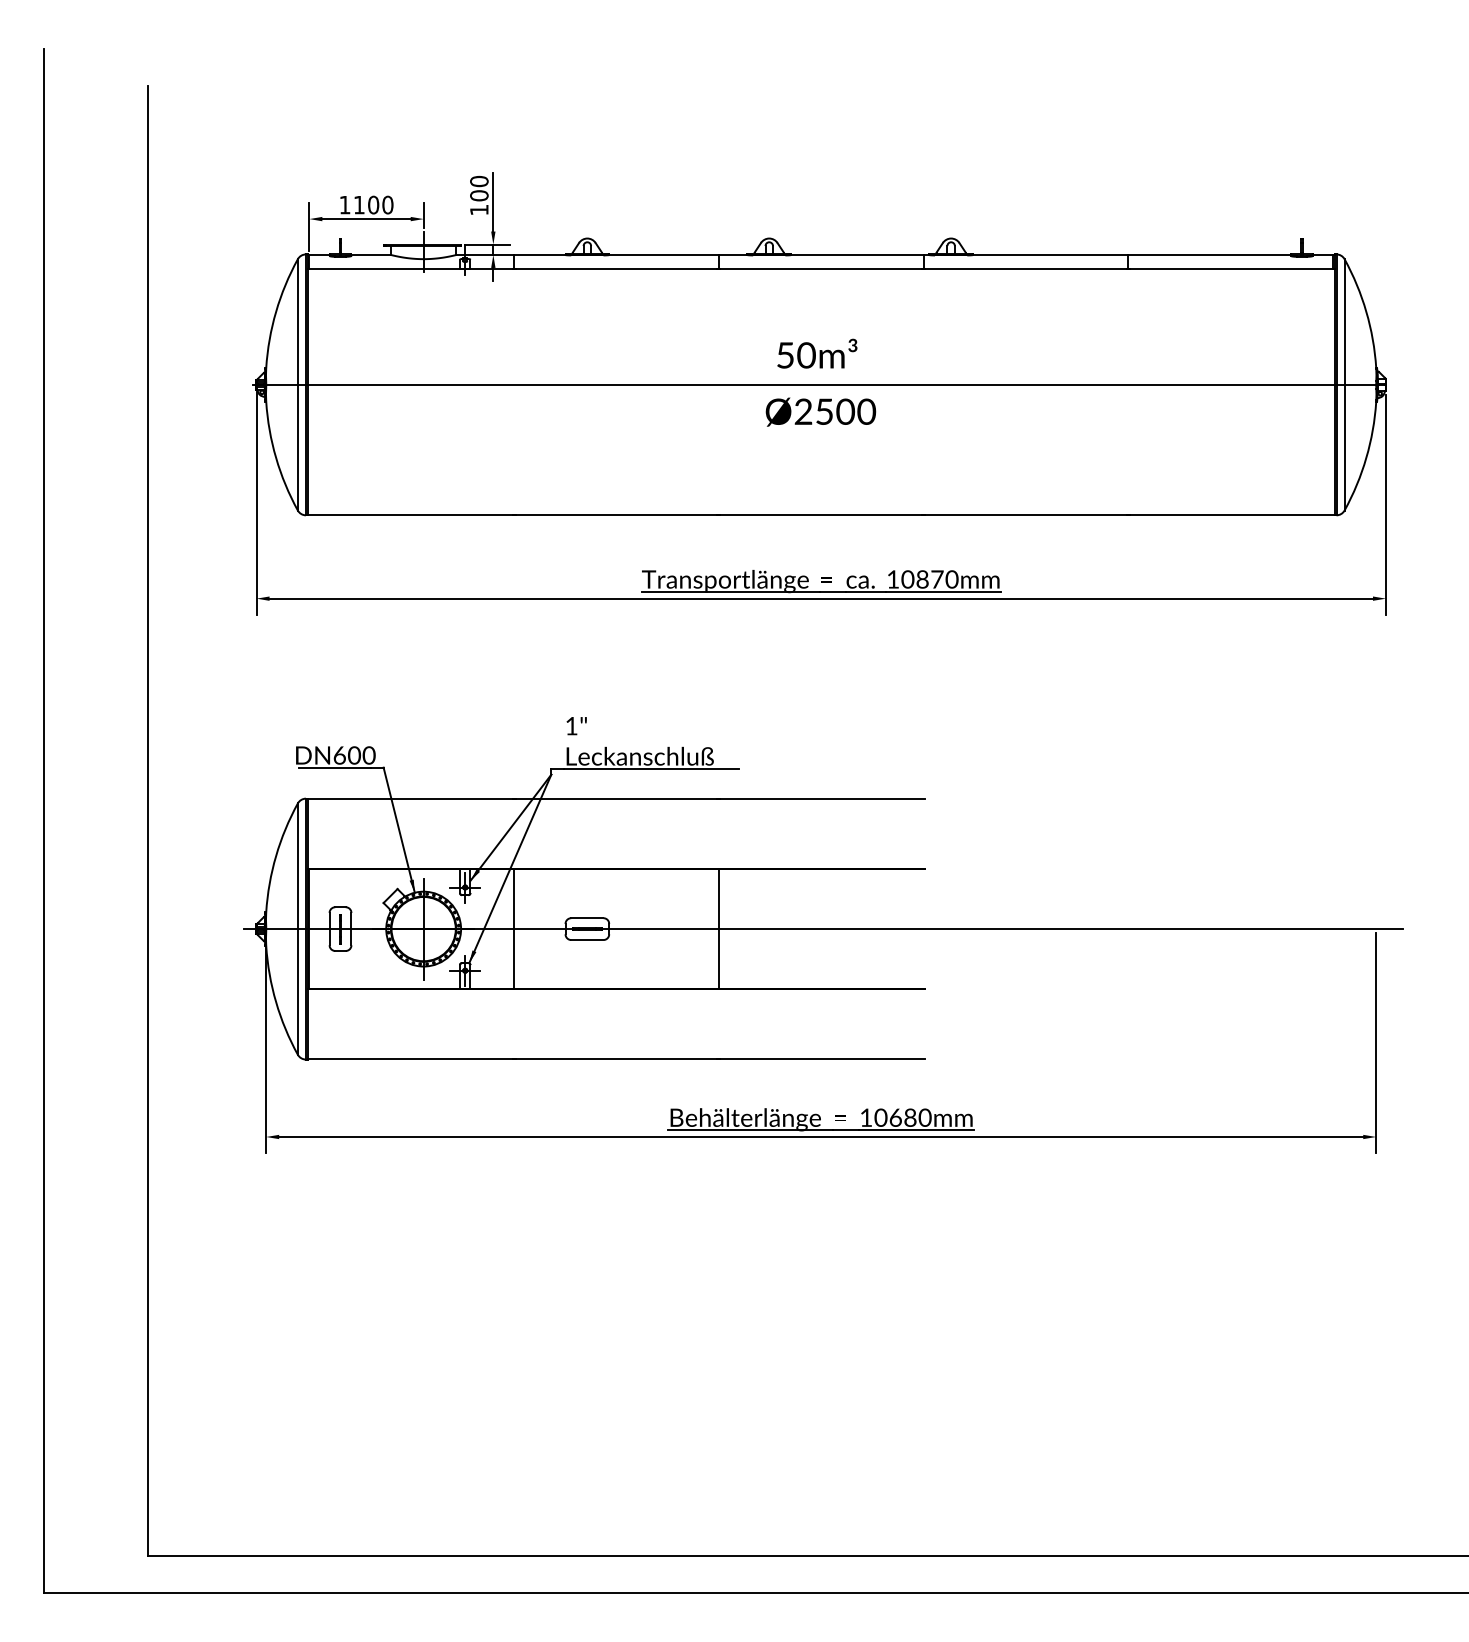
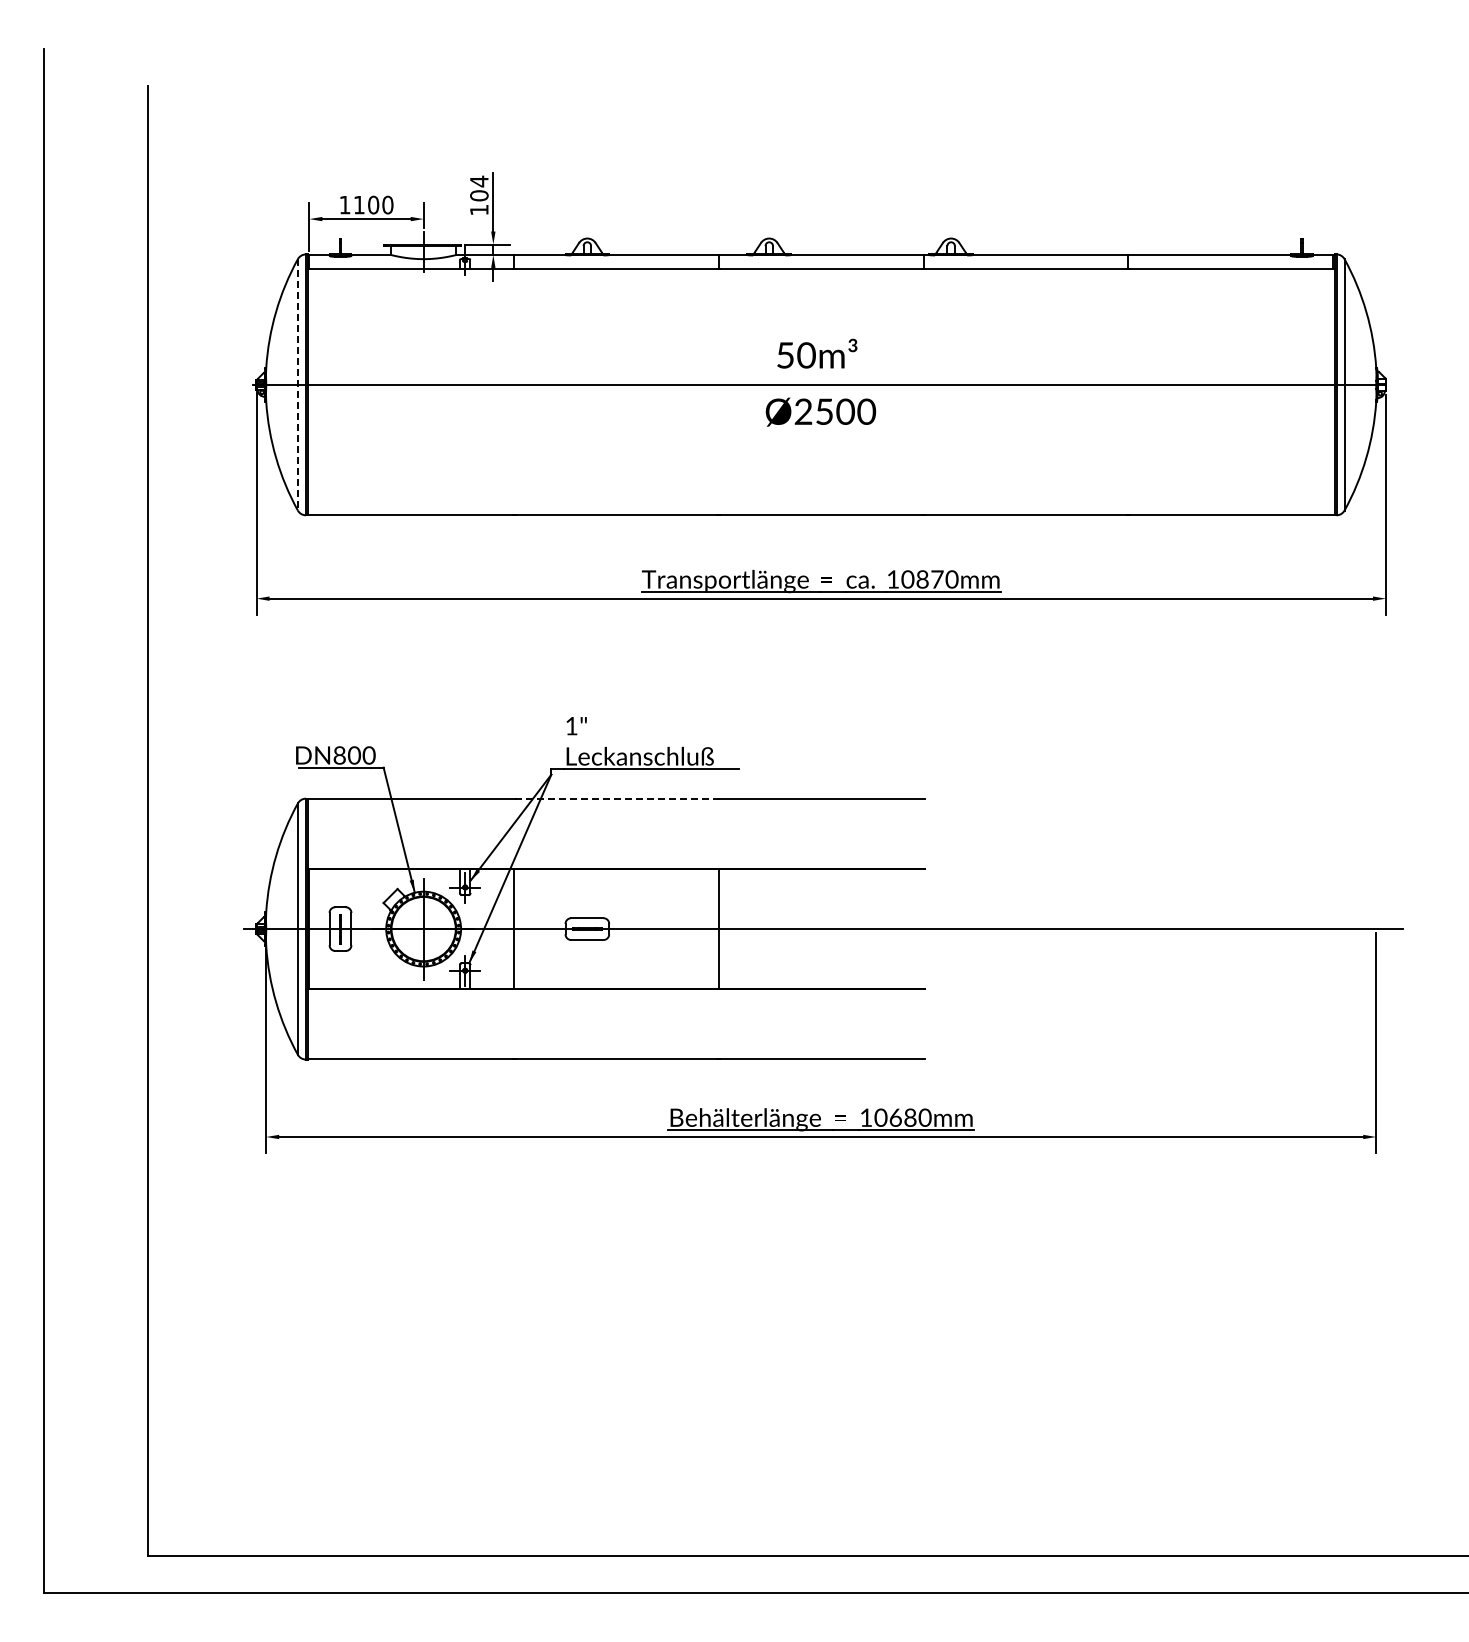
text at (479, 181): 100 -> 104
line at (297, 384): solid -> dashed
text at (339, 754): DN600 -> DN800
line at (616, 798): solid -> dashed
